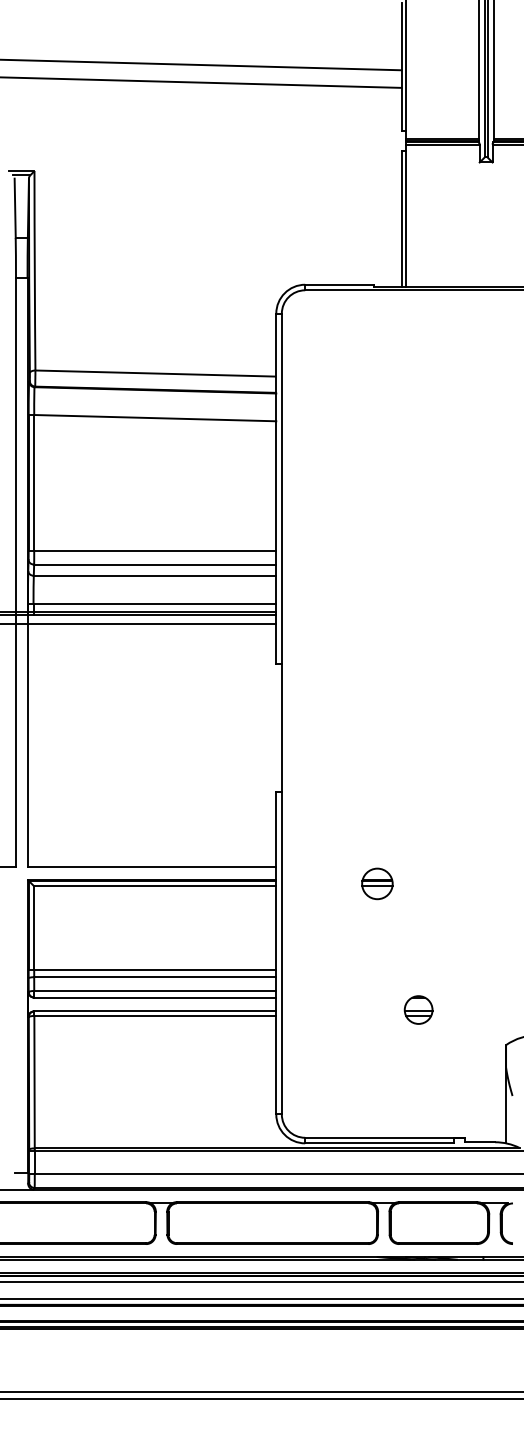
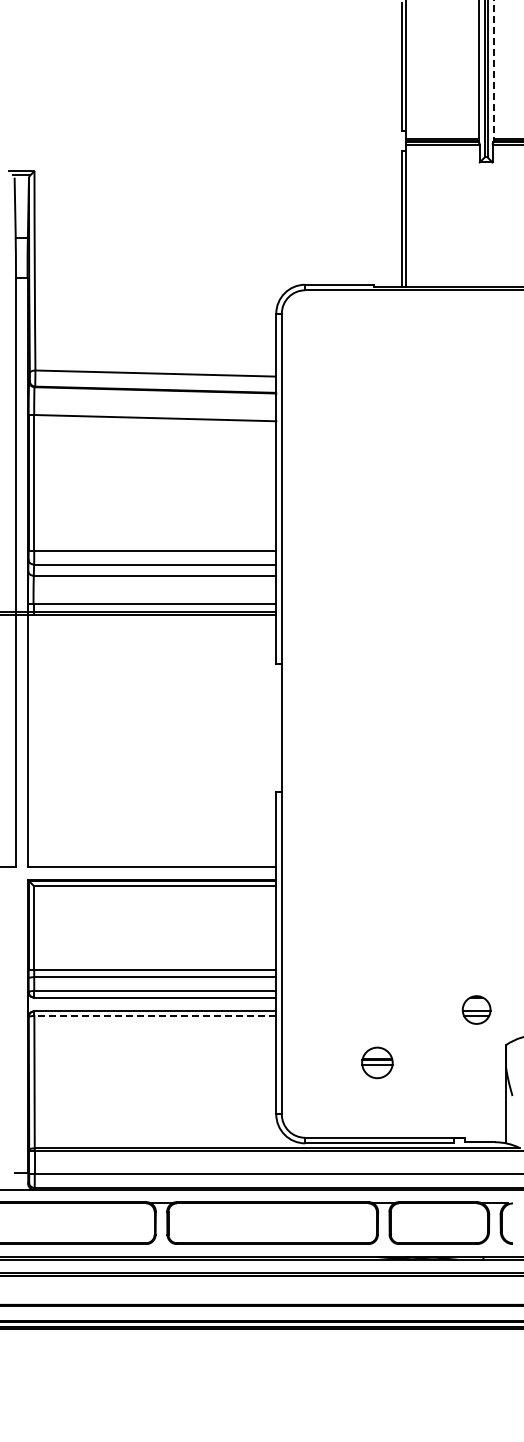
line at (201, 64): present -> none
line at (493, 71): solid -> dashed
line at (201, 82): present -> none
line at (139, 623): present -> none
part at (377, 883) position: (377, 883) -> (377, 1062)
part at (418, 1009) position: (418, 1009) -> (476, 1009)
line at (154, 1016): solid -> dashed
line at (261, 1281): present -> none
line at (261, 1299): present -> none
line at (261, 1391): present -> none
line at (261, 1398): present -> none
